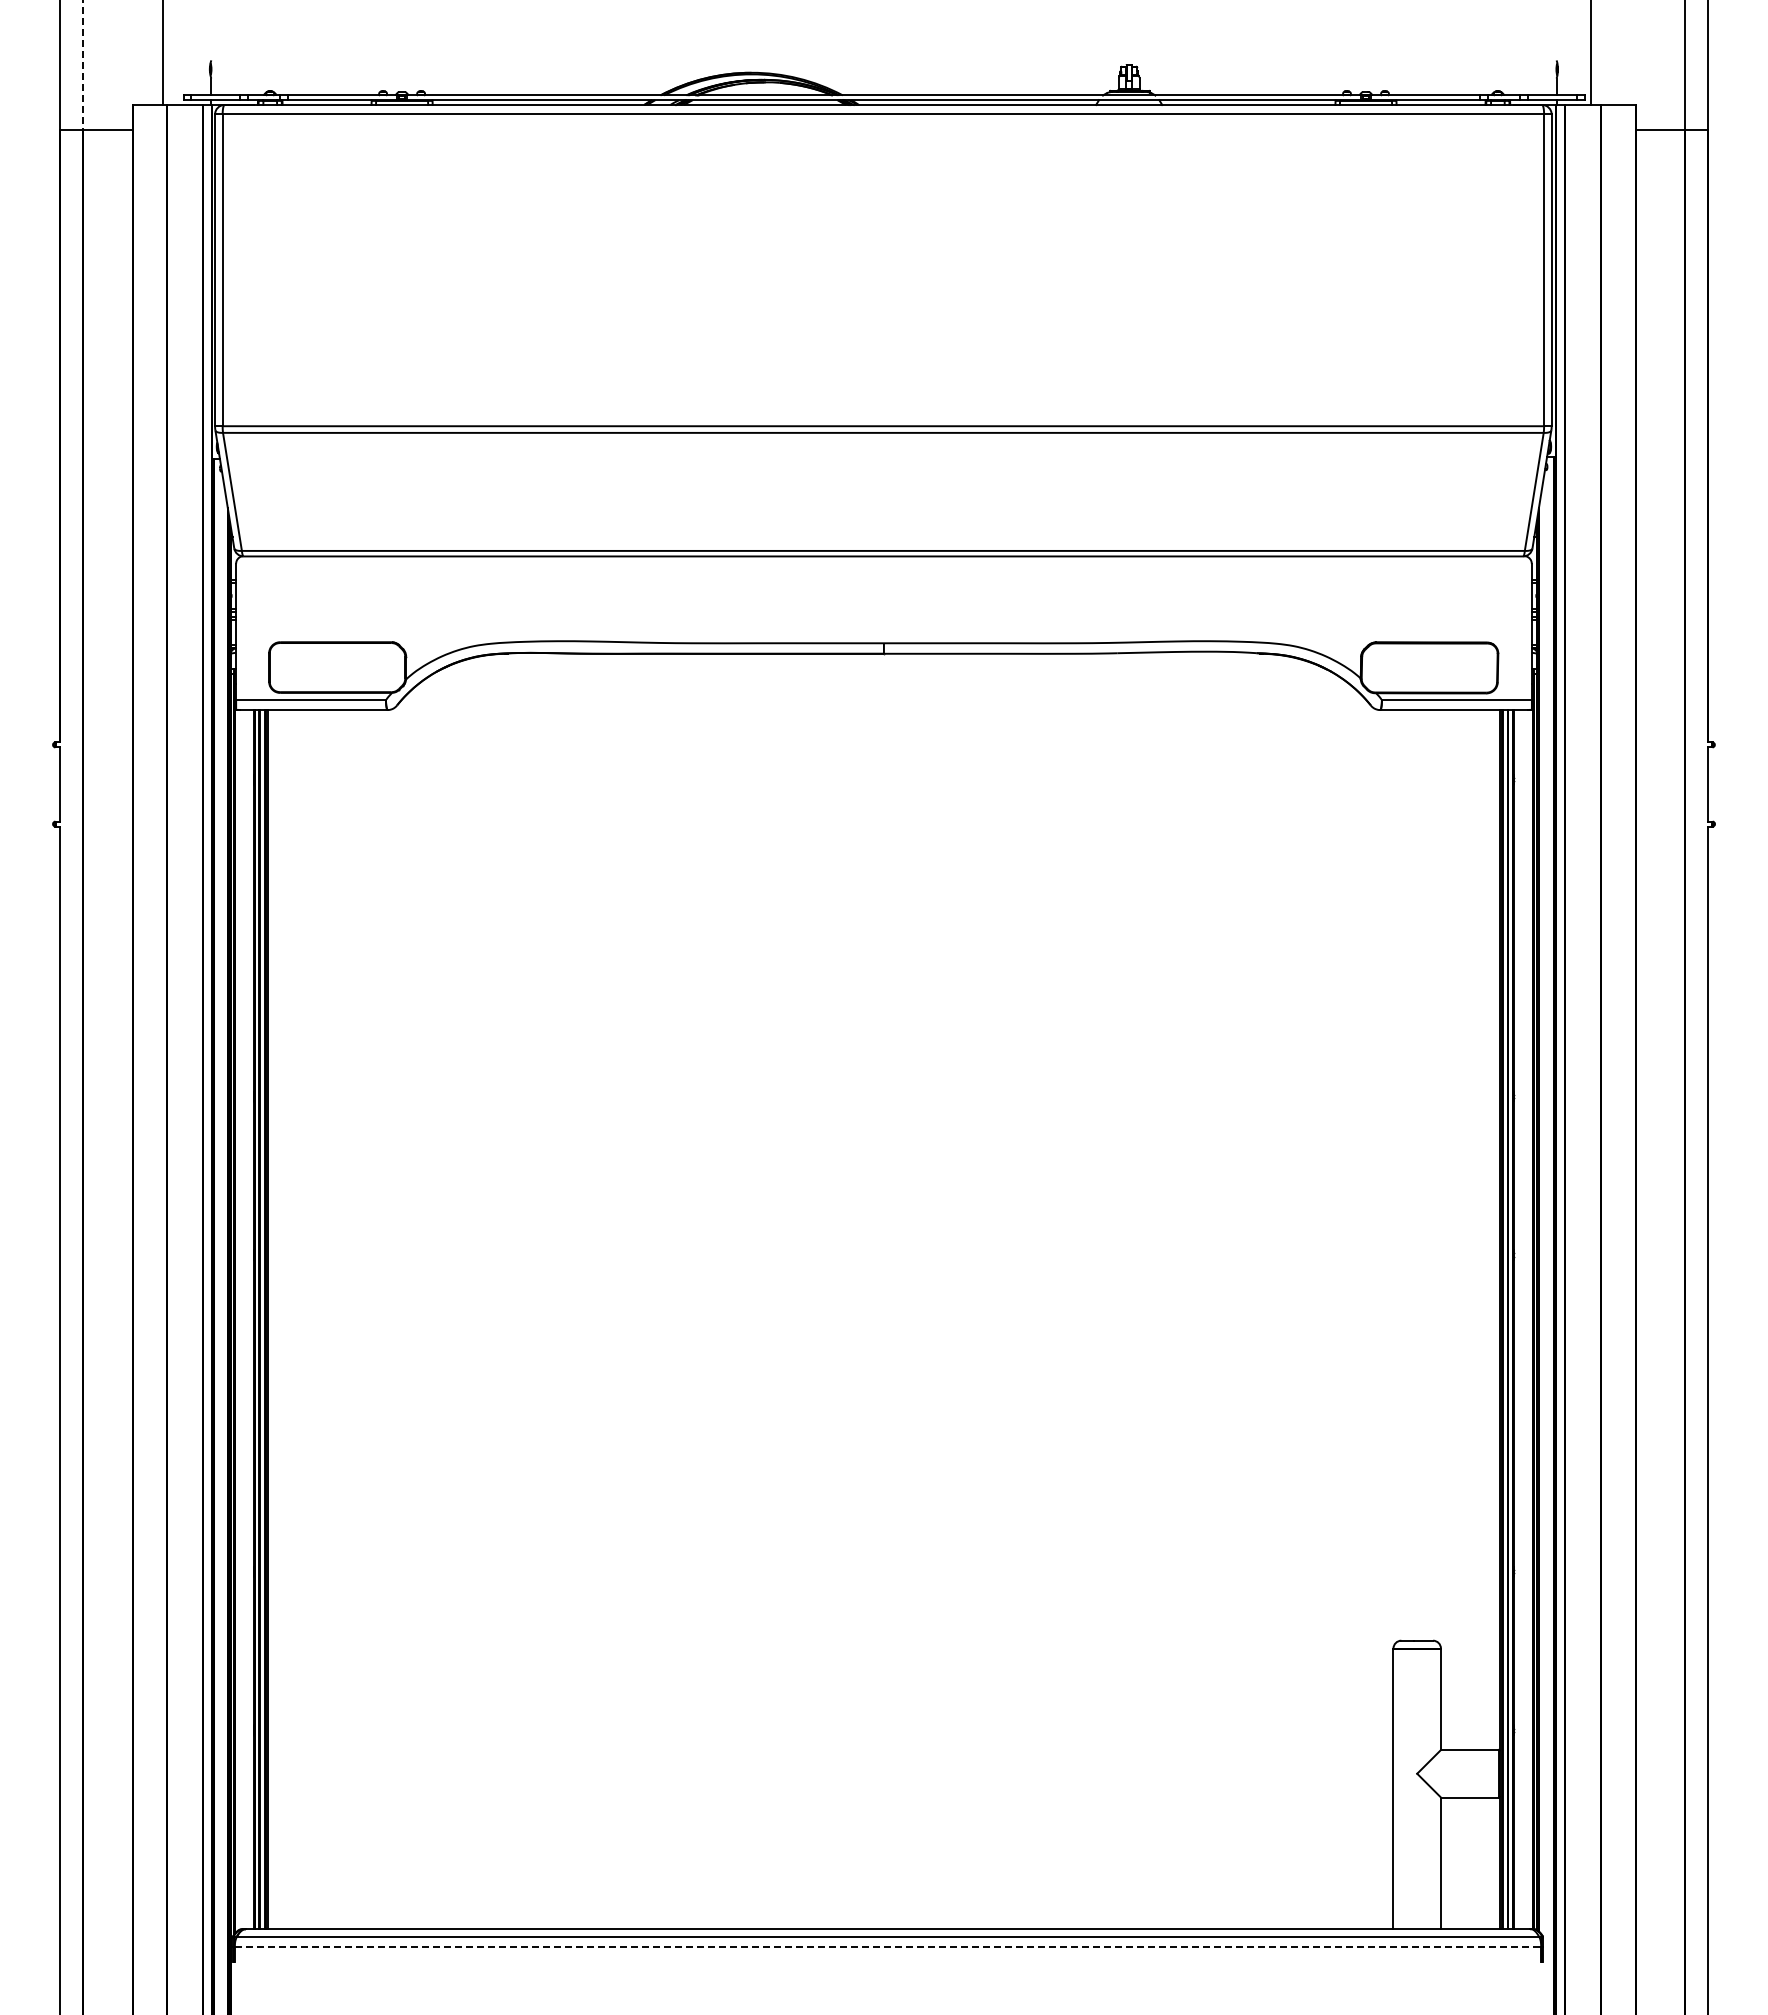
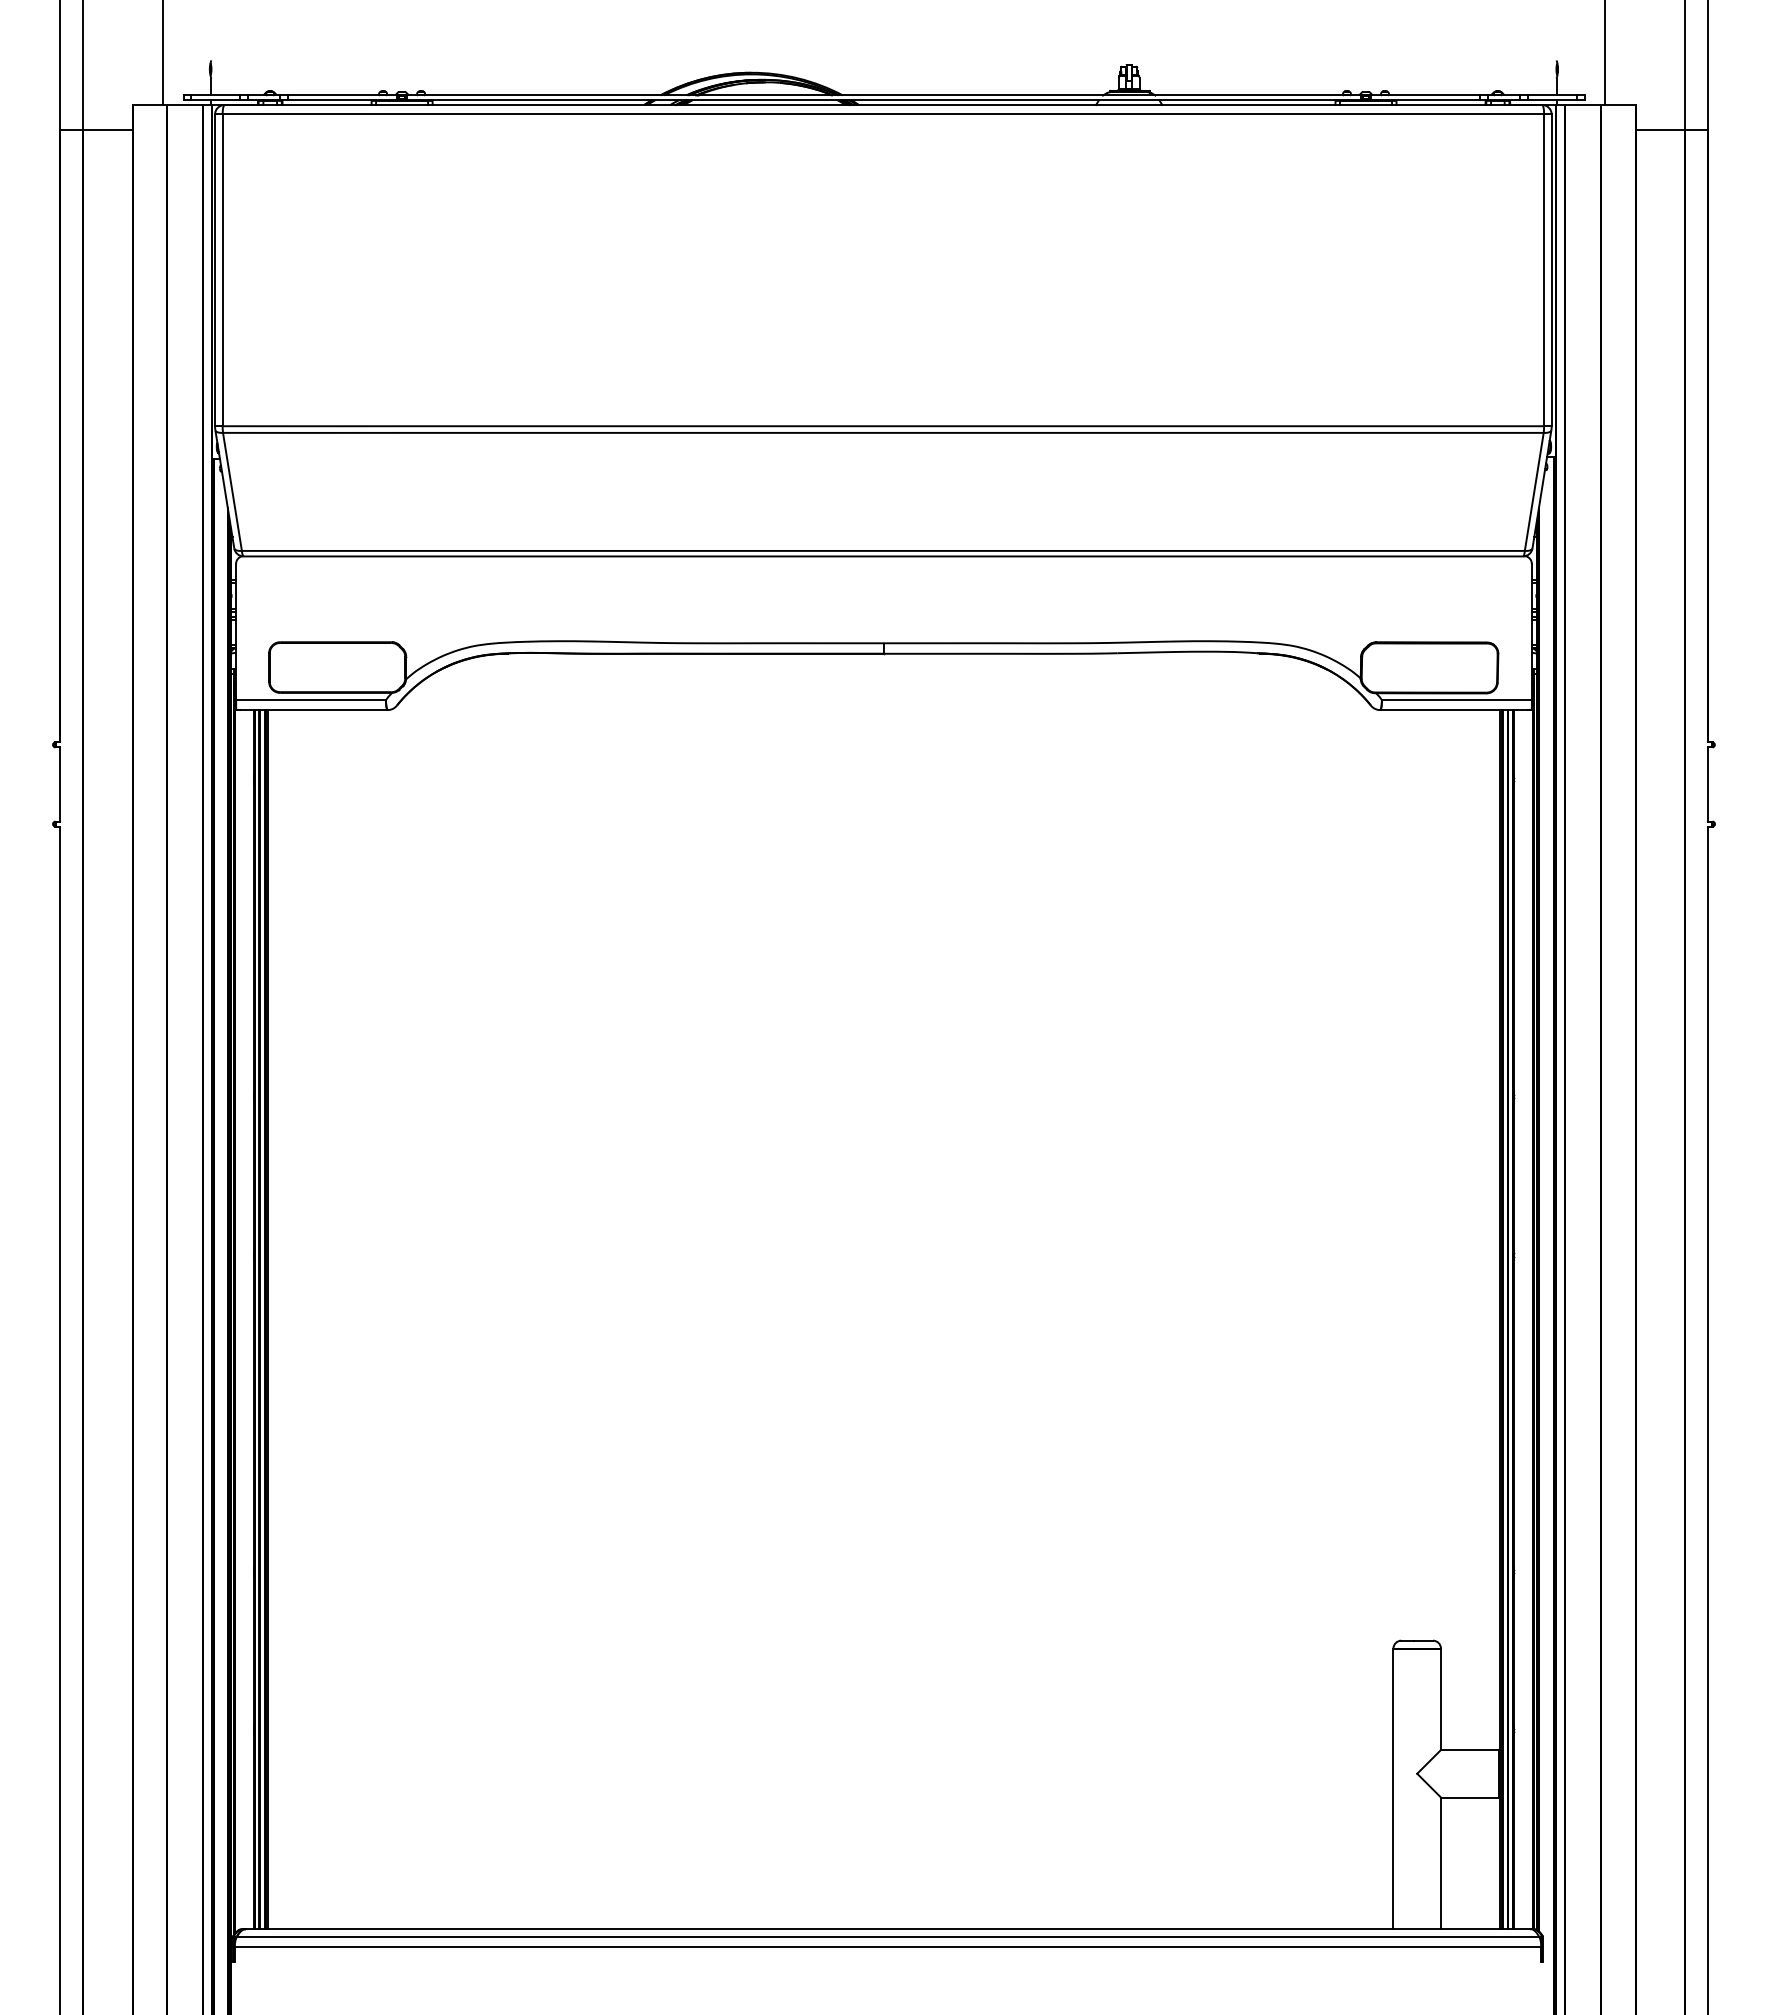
line at (1591, 53) position: (1591, 53) -> (1605, 53)
line at (83, 65): dashed -> solid
line at (888, 1947): dashed -> solid
